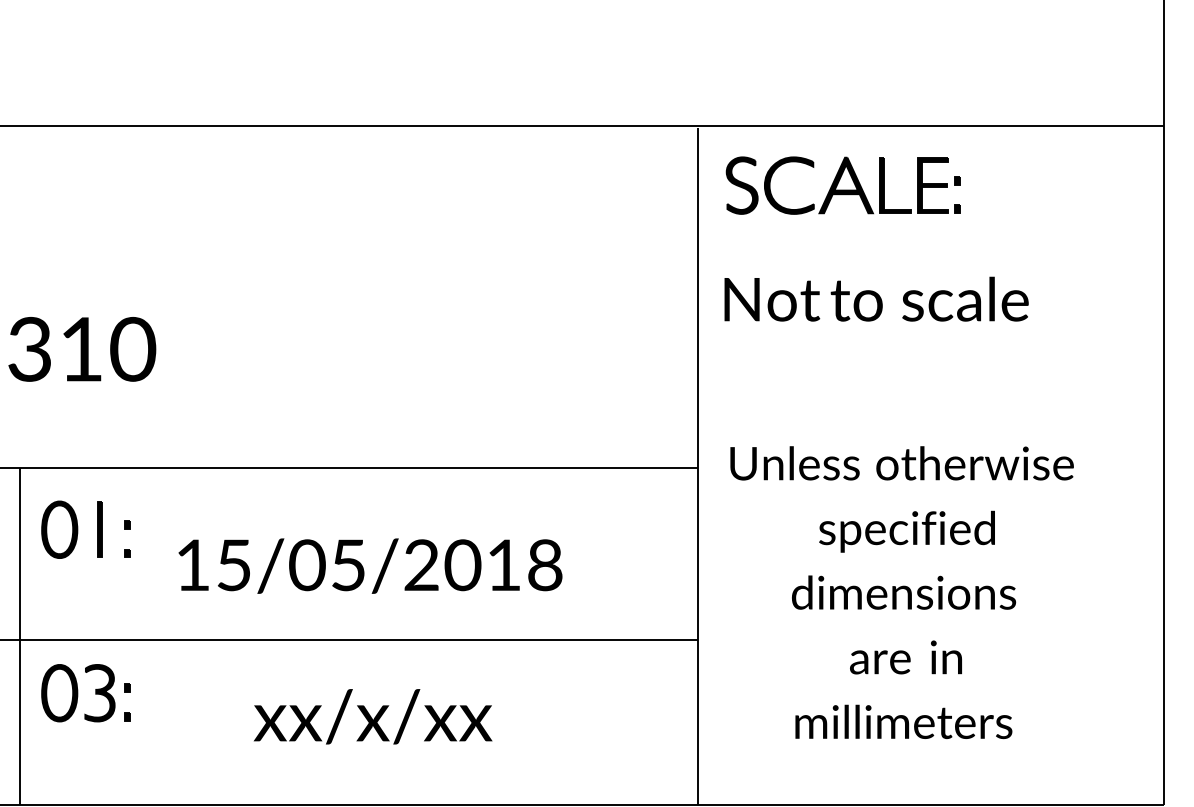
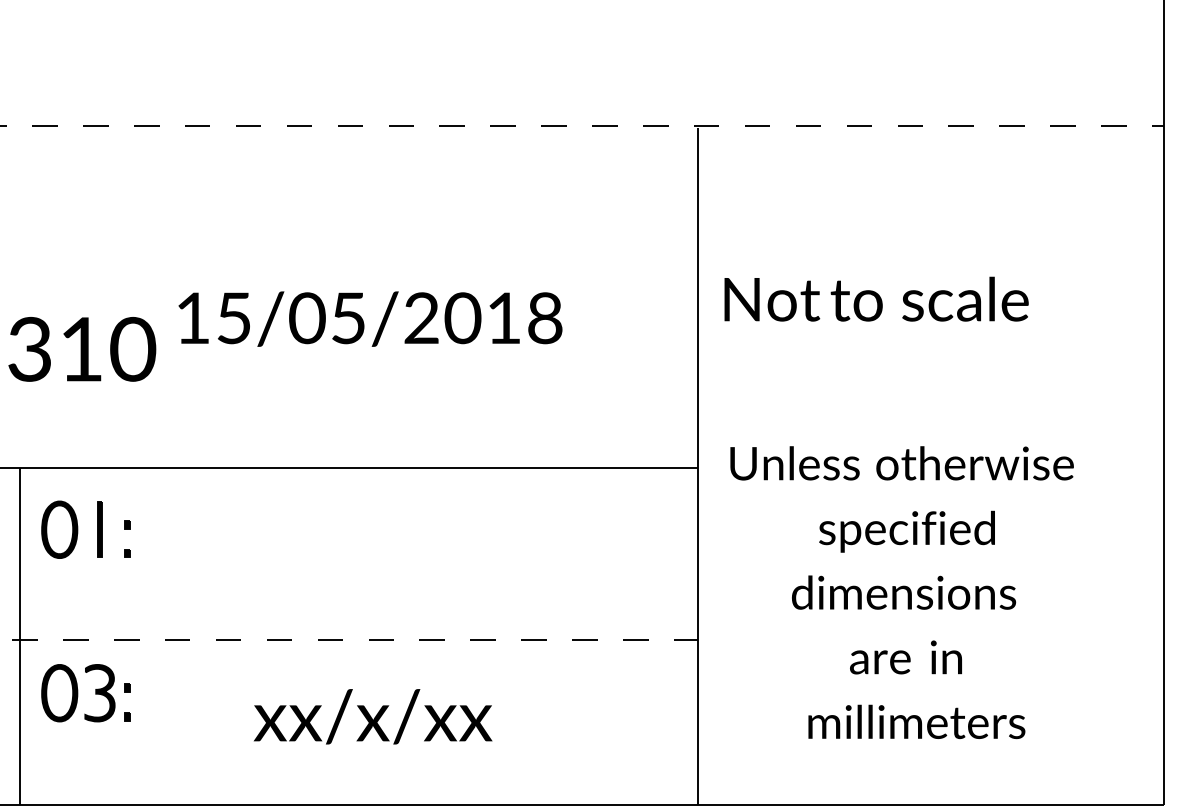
line at (582, 126): solid -> dashed
part at (842, 185): present -> none
text at (370, 565) position: (370, 565) -> (370, 318)
line at (349, 640): solid -> dashed
text at (903, 721) position: (903, 721) -> (916, 721)
